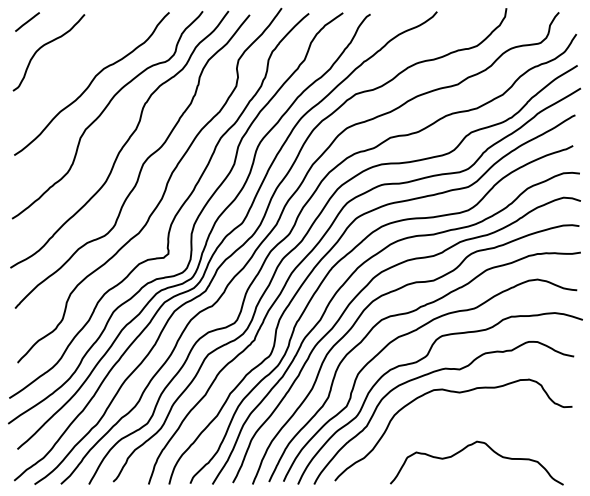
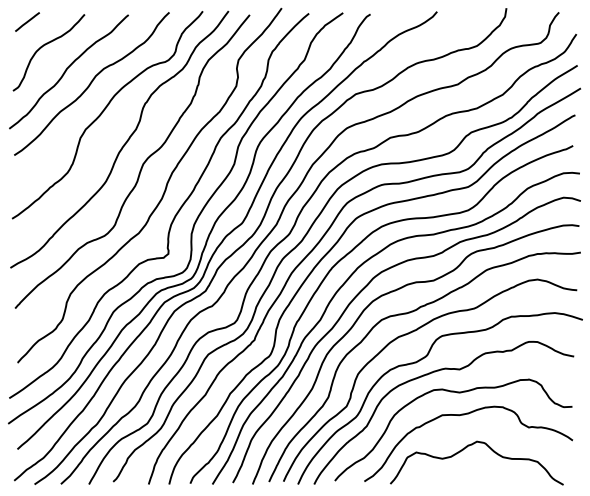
curve at (67, 70): none -> present
curve at (464, 415): none -> present
